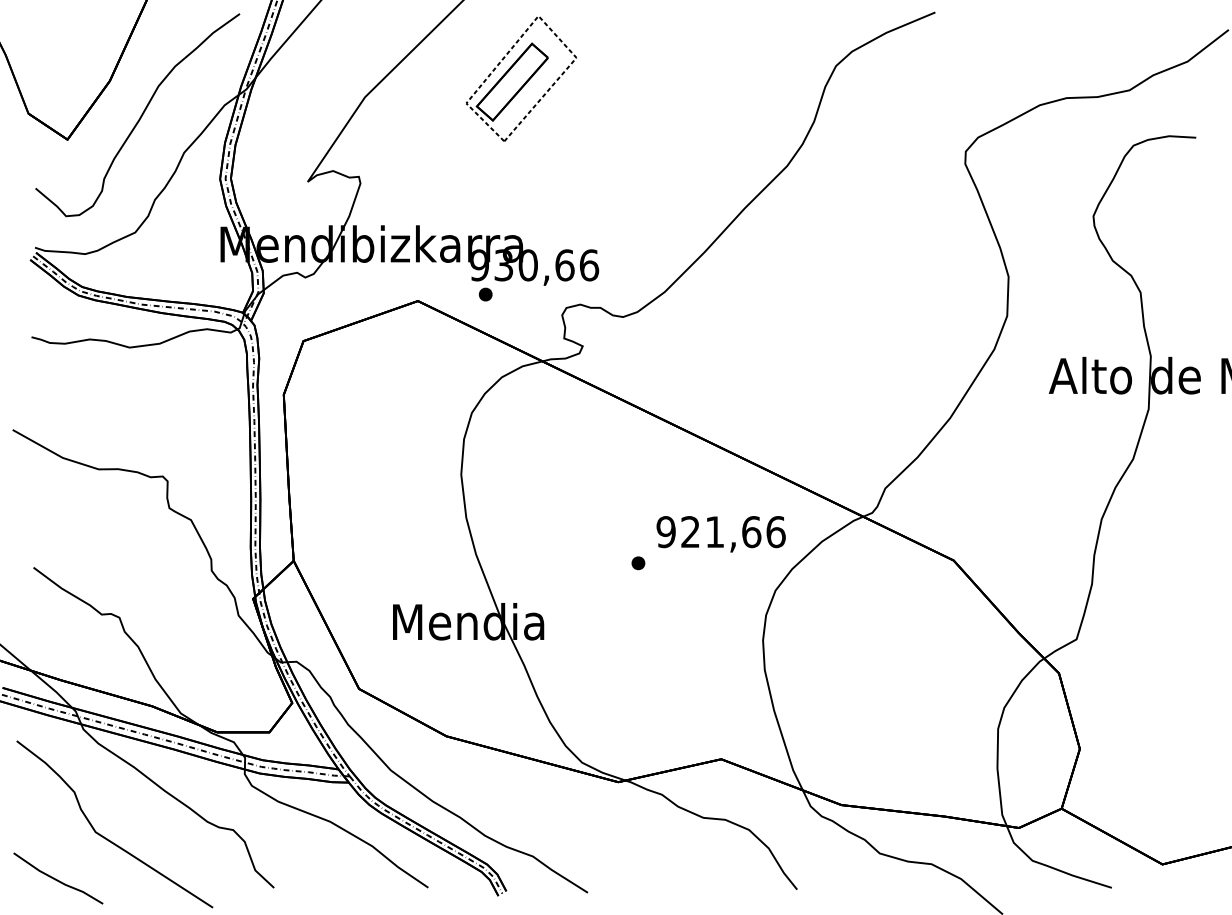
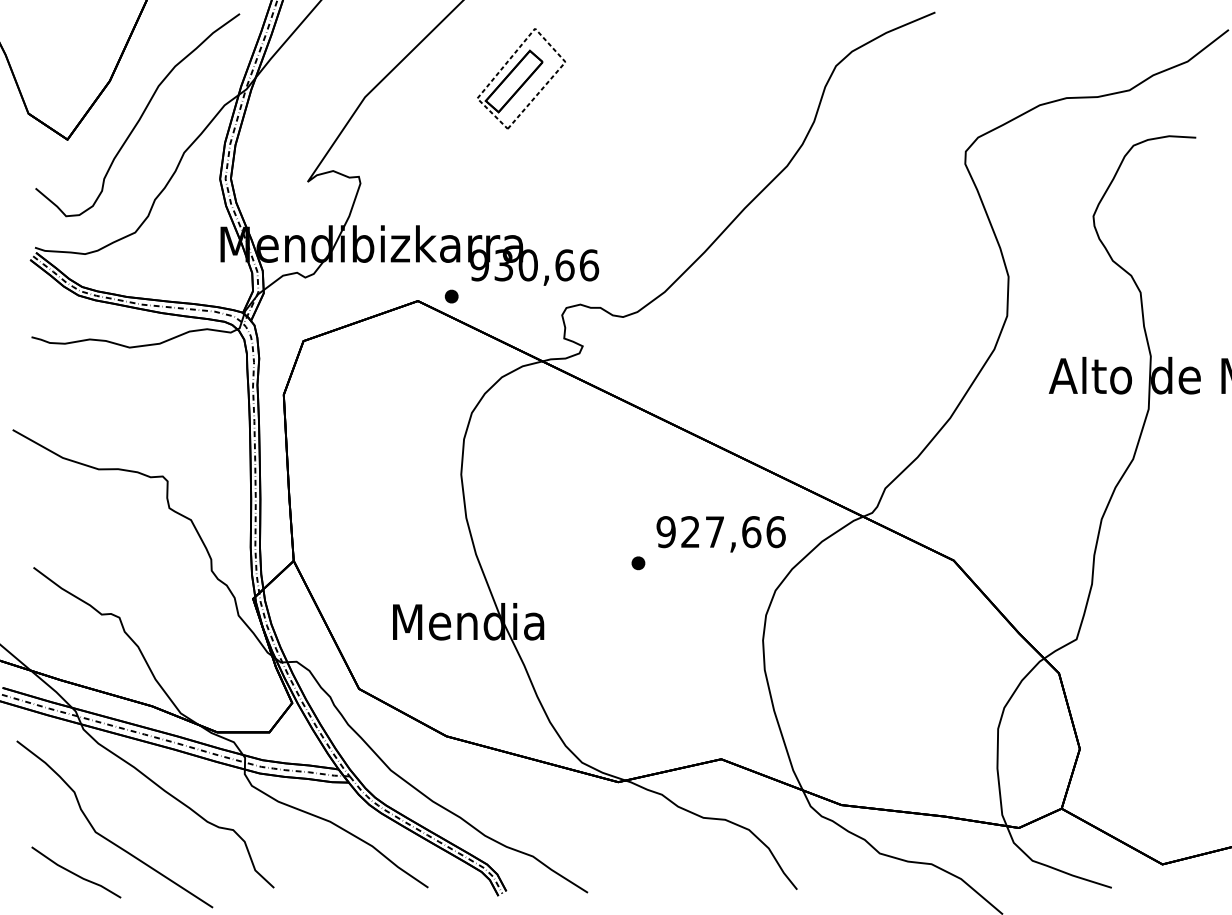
part at (520, 78) size: 112x126 px -> 89x102 px
part at (485, 294) position: (485, 294) -> (451, 296)
text at (714, 531): 921,66 -> 927,66
line at (57, 879) position: (57, 879) -> (75, 873)
